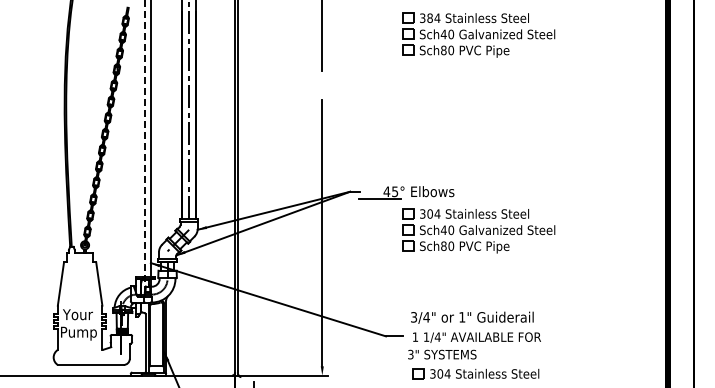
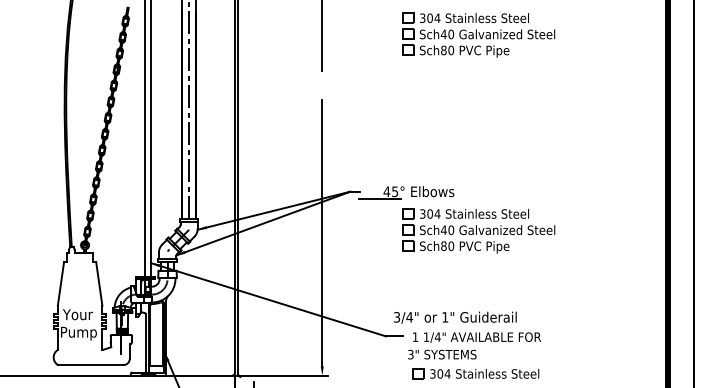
text at (429, 17): 384 -> 304
line at (144, 145): dashed -> solid
text at (472, 317) position: (472, 317) -> (455, 317)
